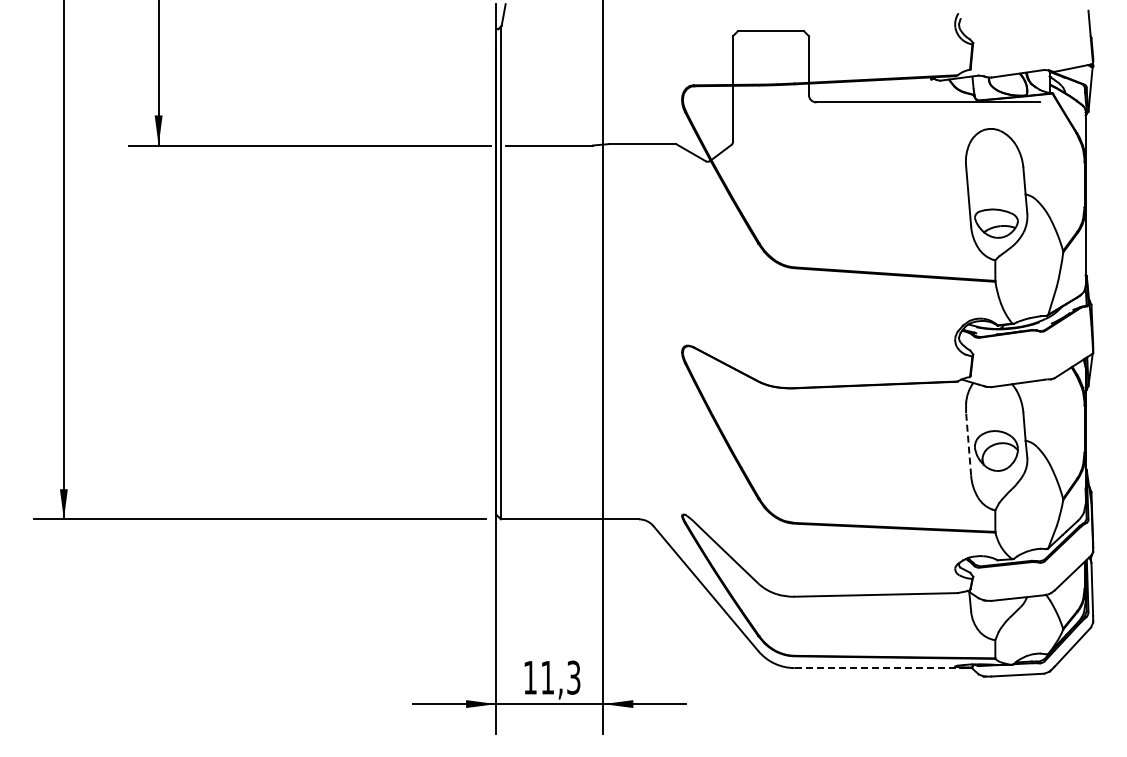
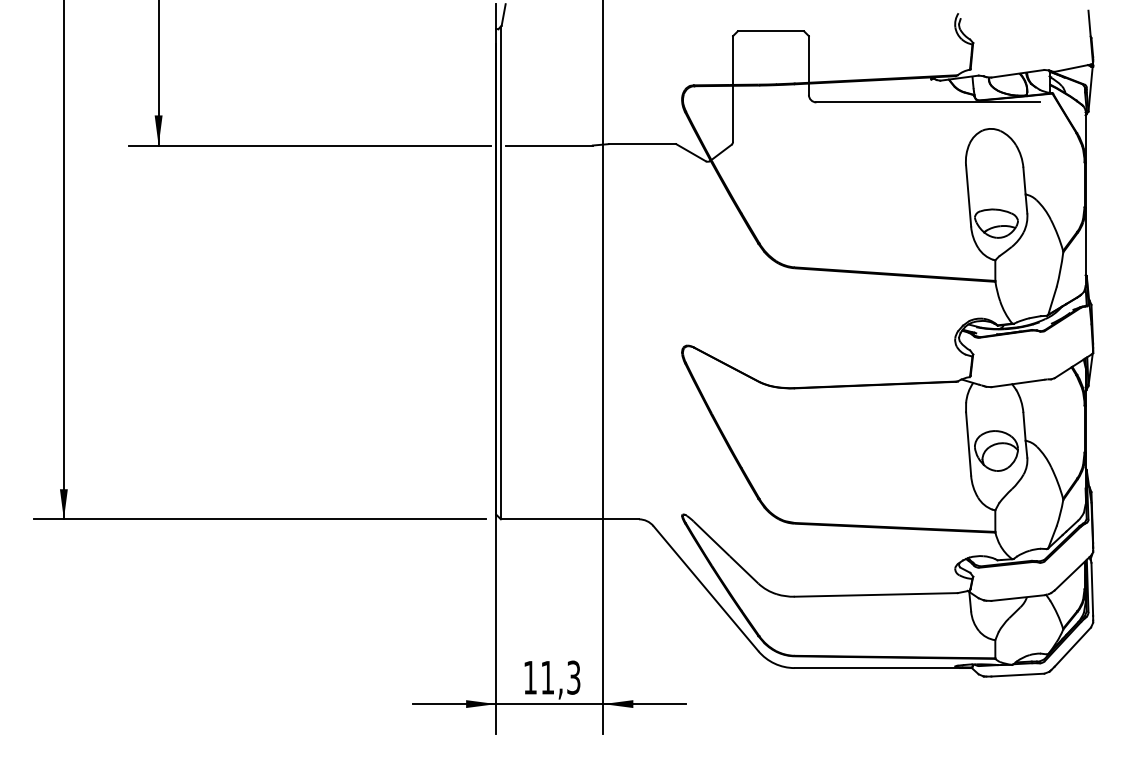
line at (968, 443): dashed -> solid
line at (877, 668): dashed -> solid
